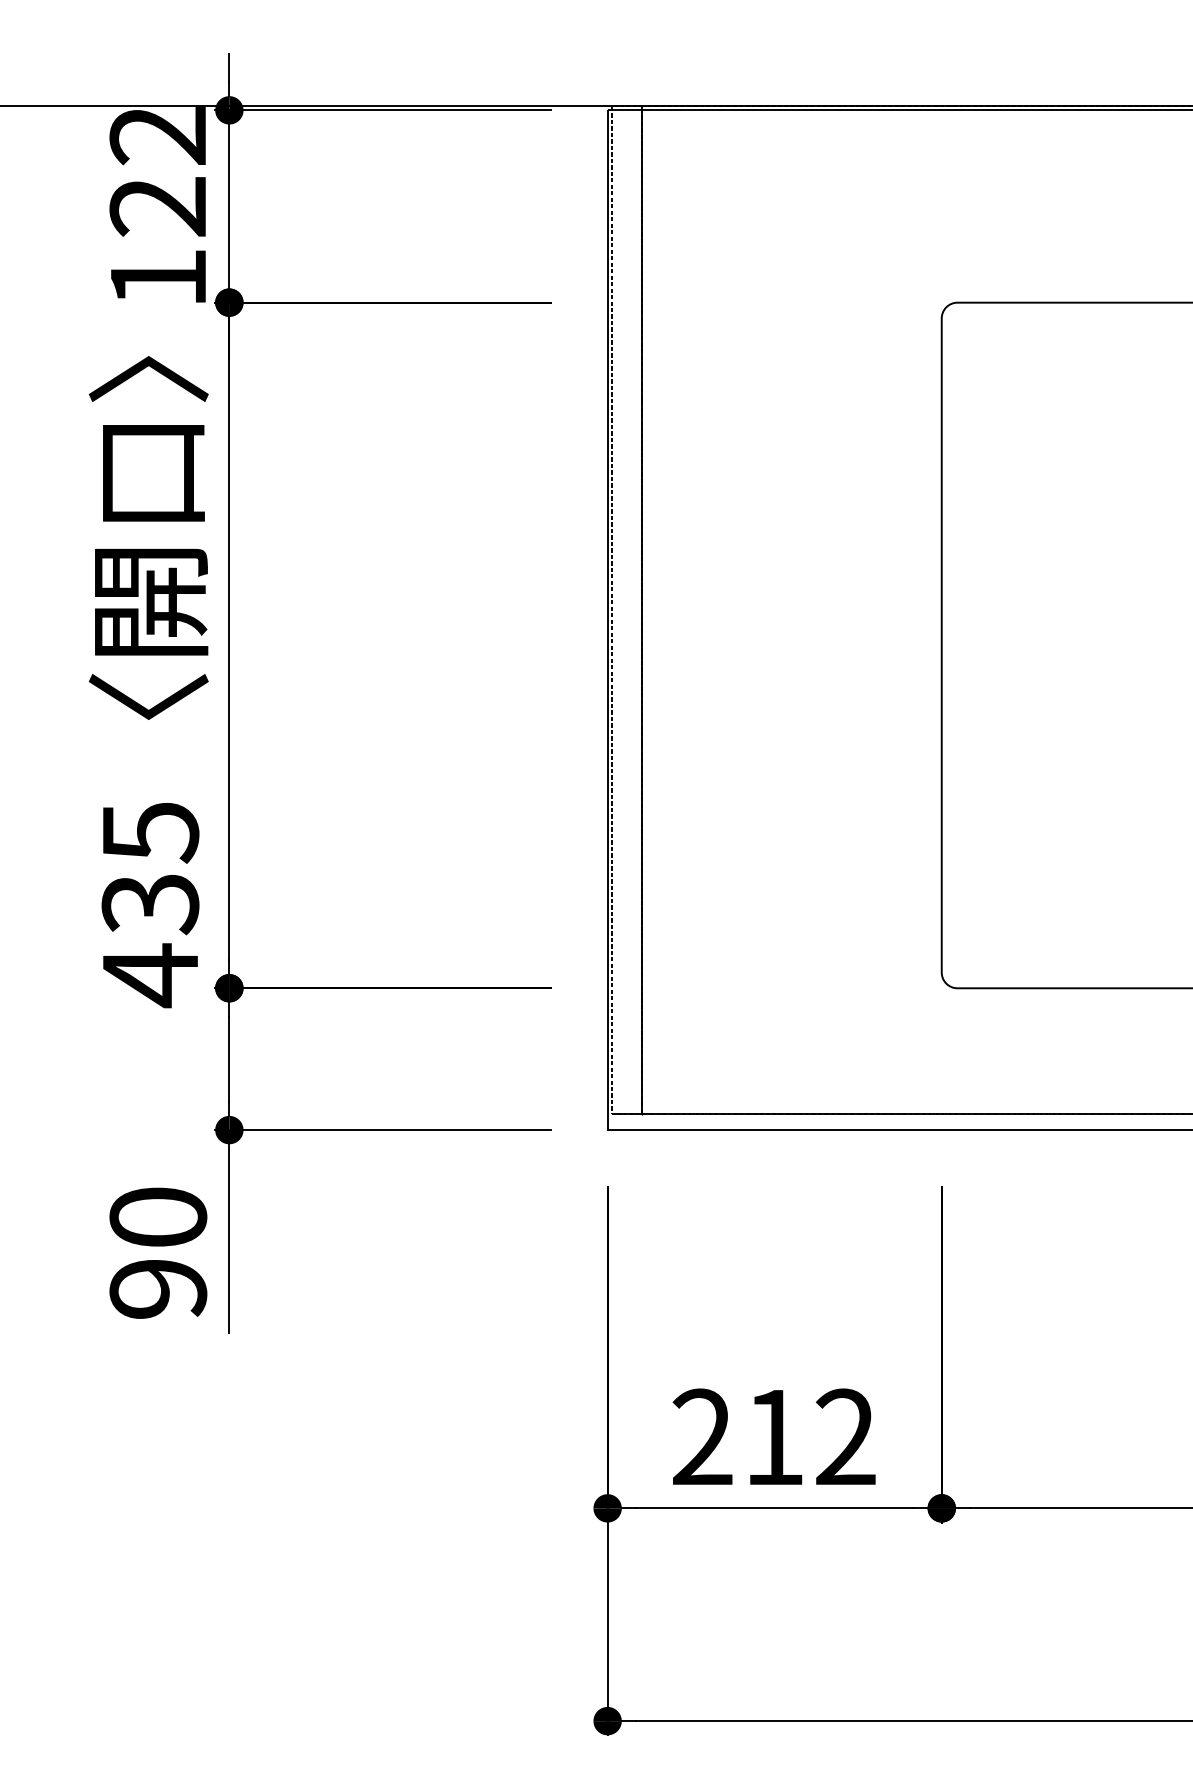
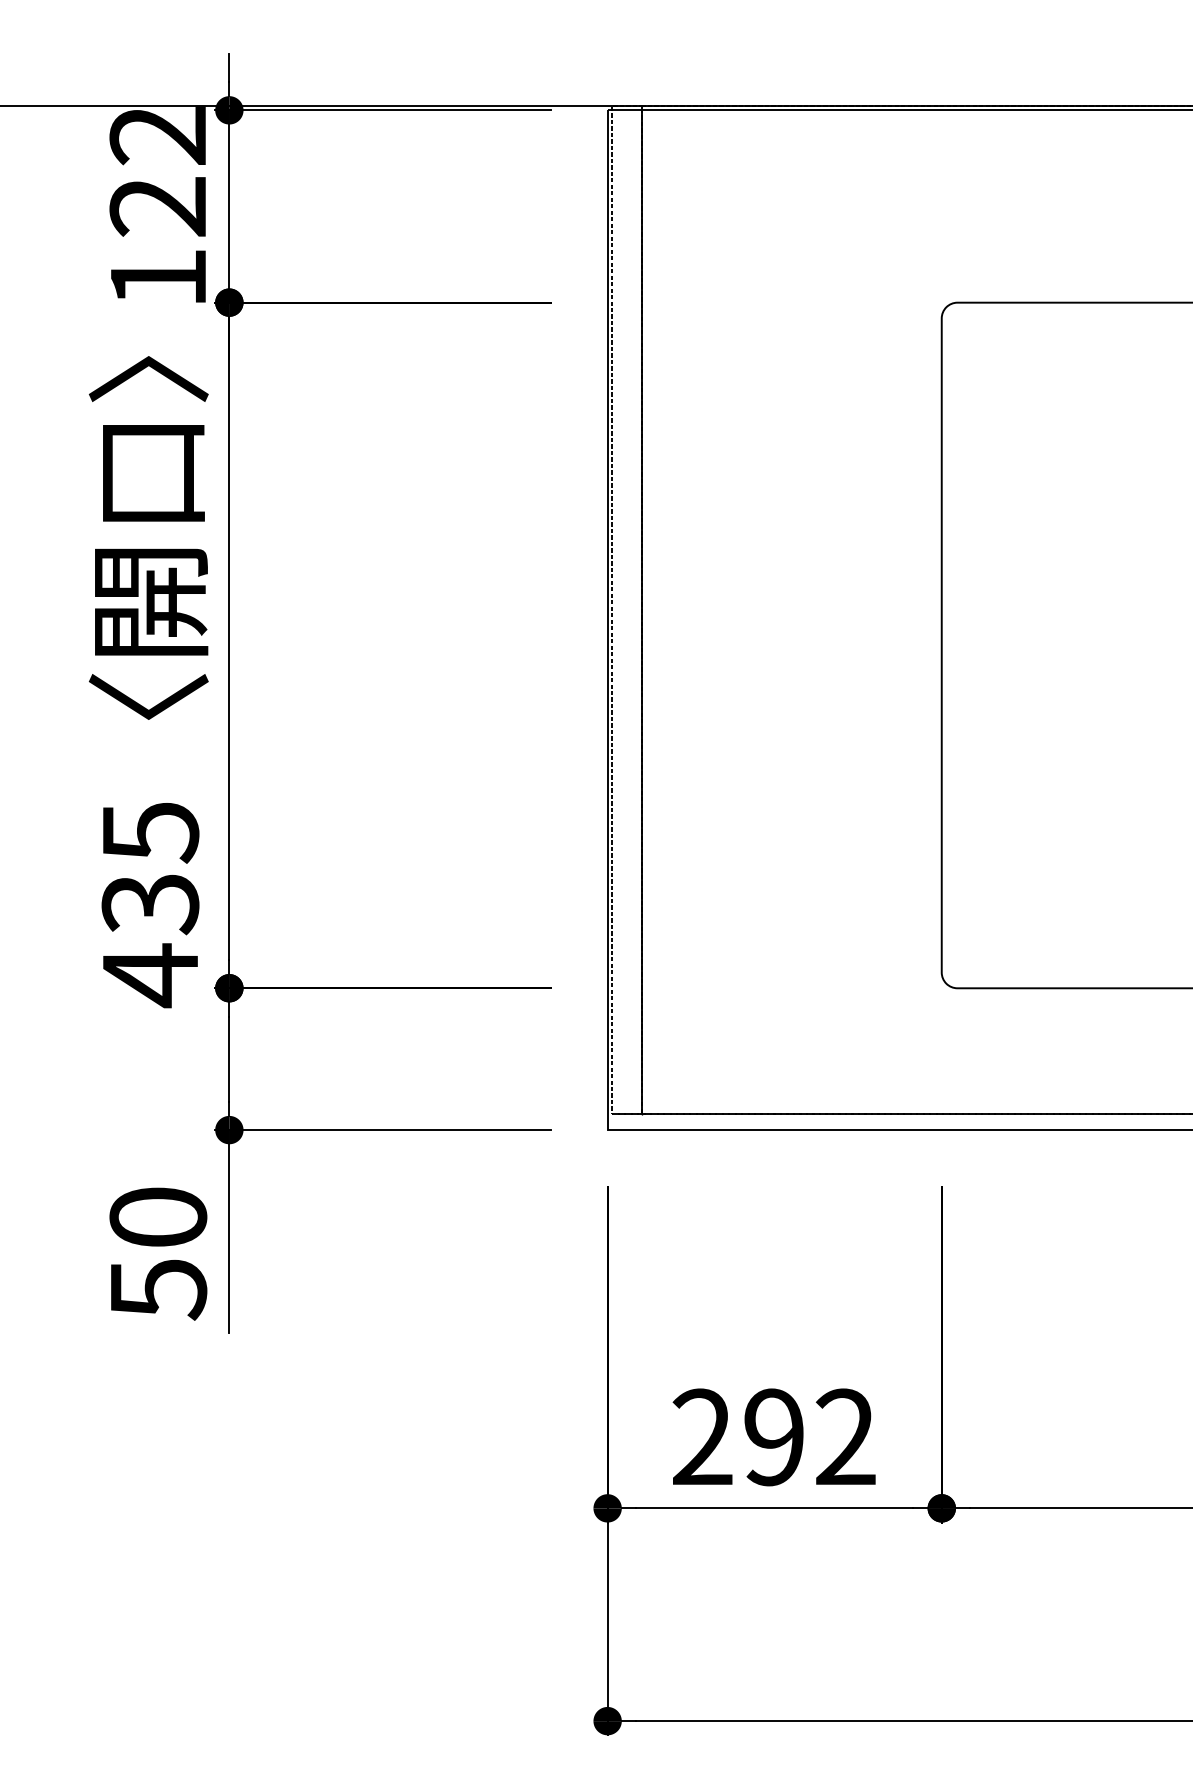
text at (158, 1289): 90 -> 50
text at (773, 1437): 212 -> 292
